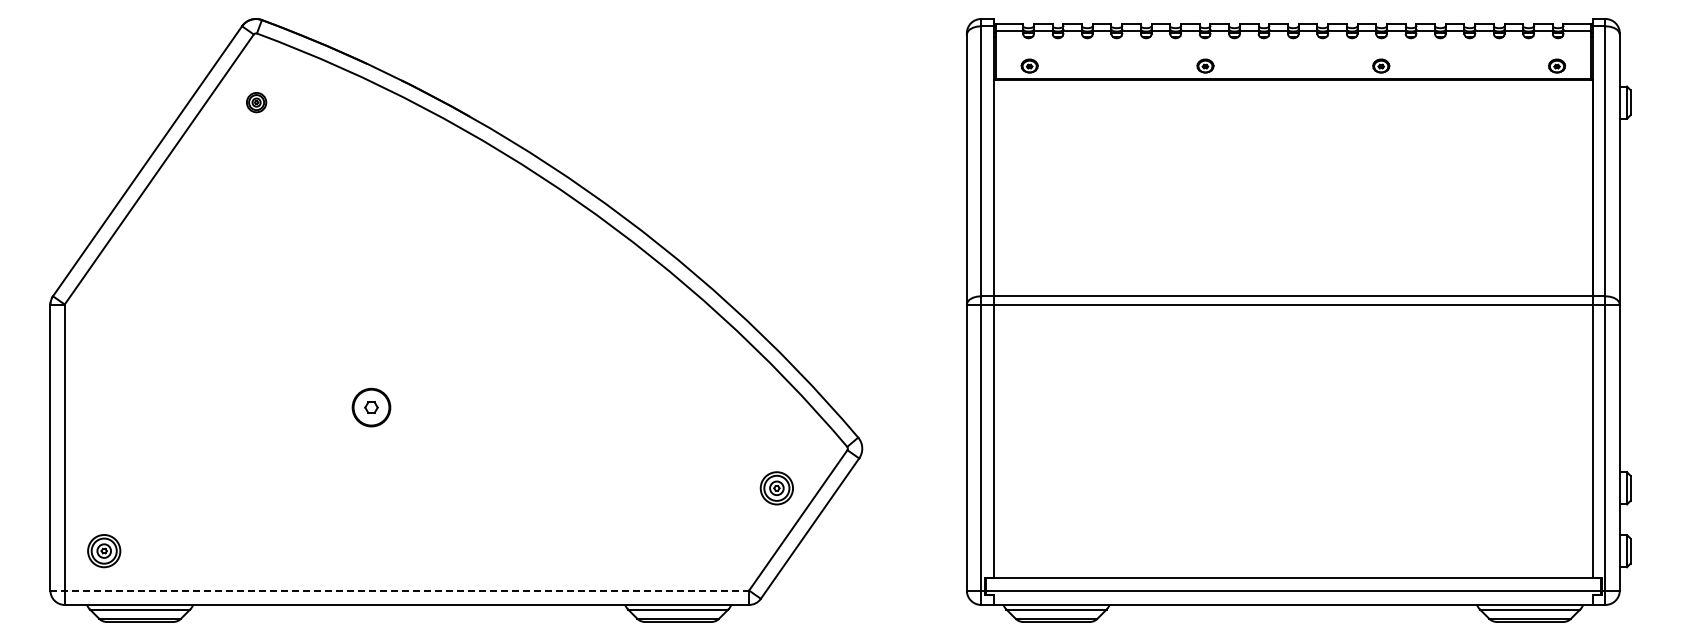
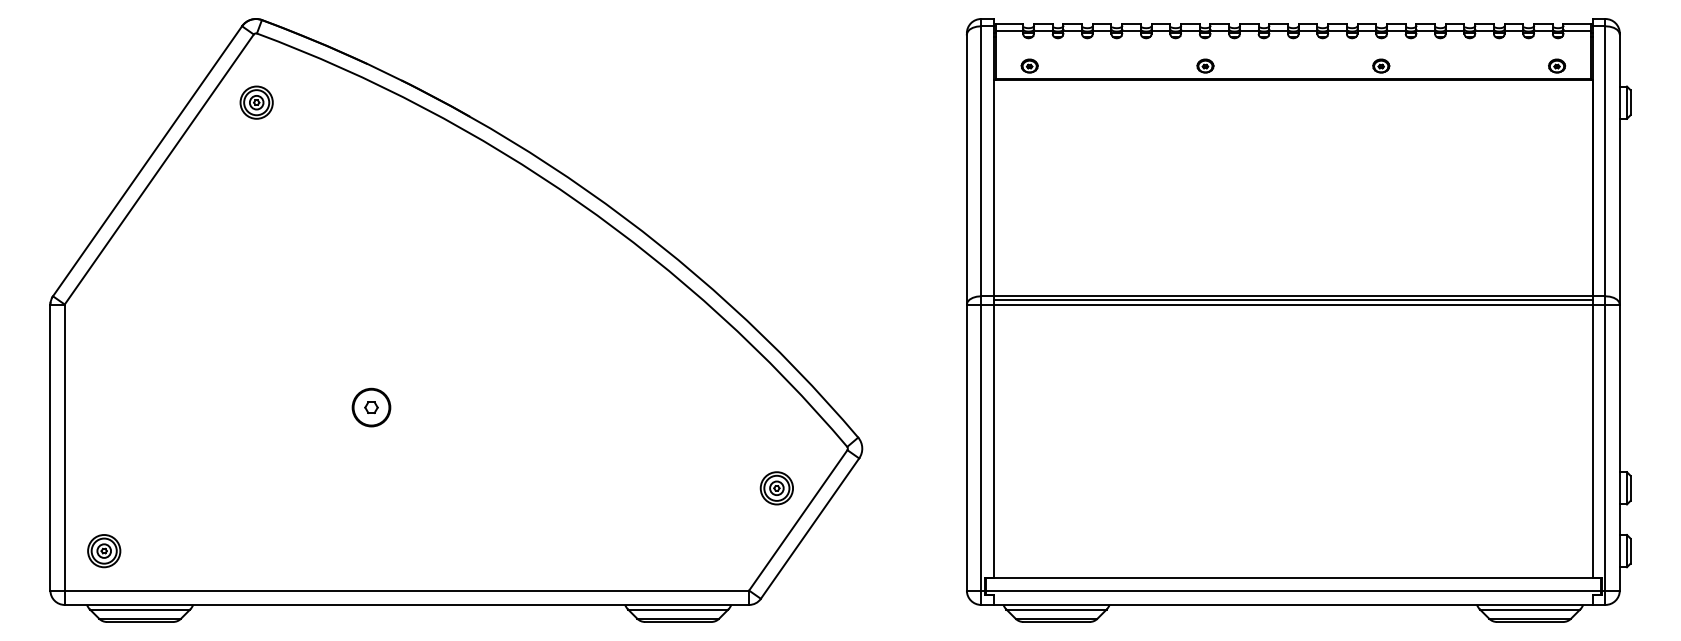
part at (256, 102) size: 22x22 px -> 35x35 px
line at (1292, 300): none -> present
line at (400, 590): dashed -> solid
